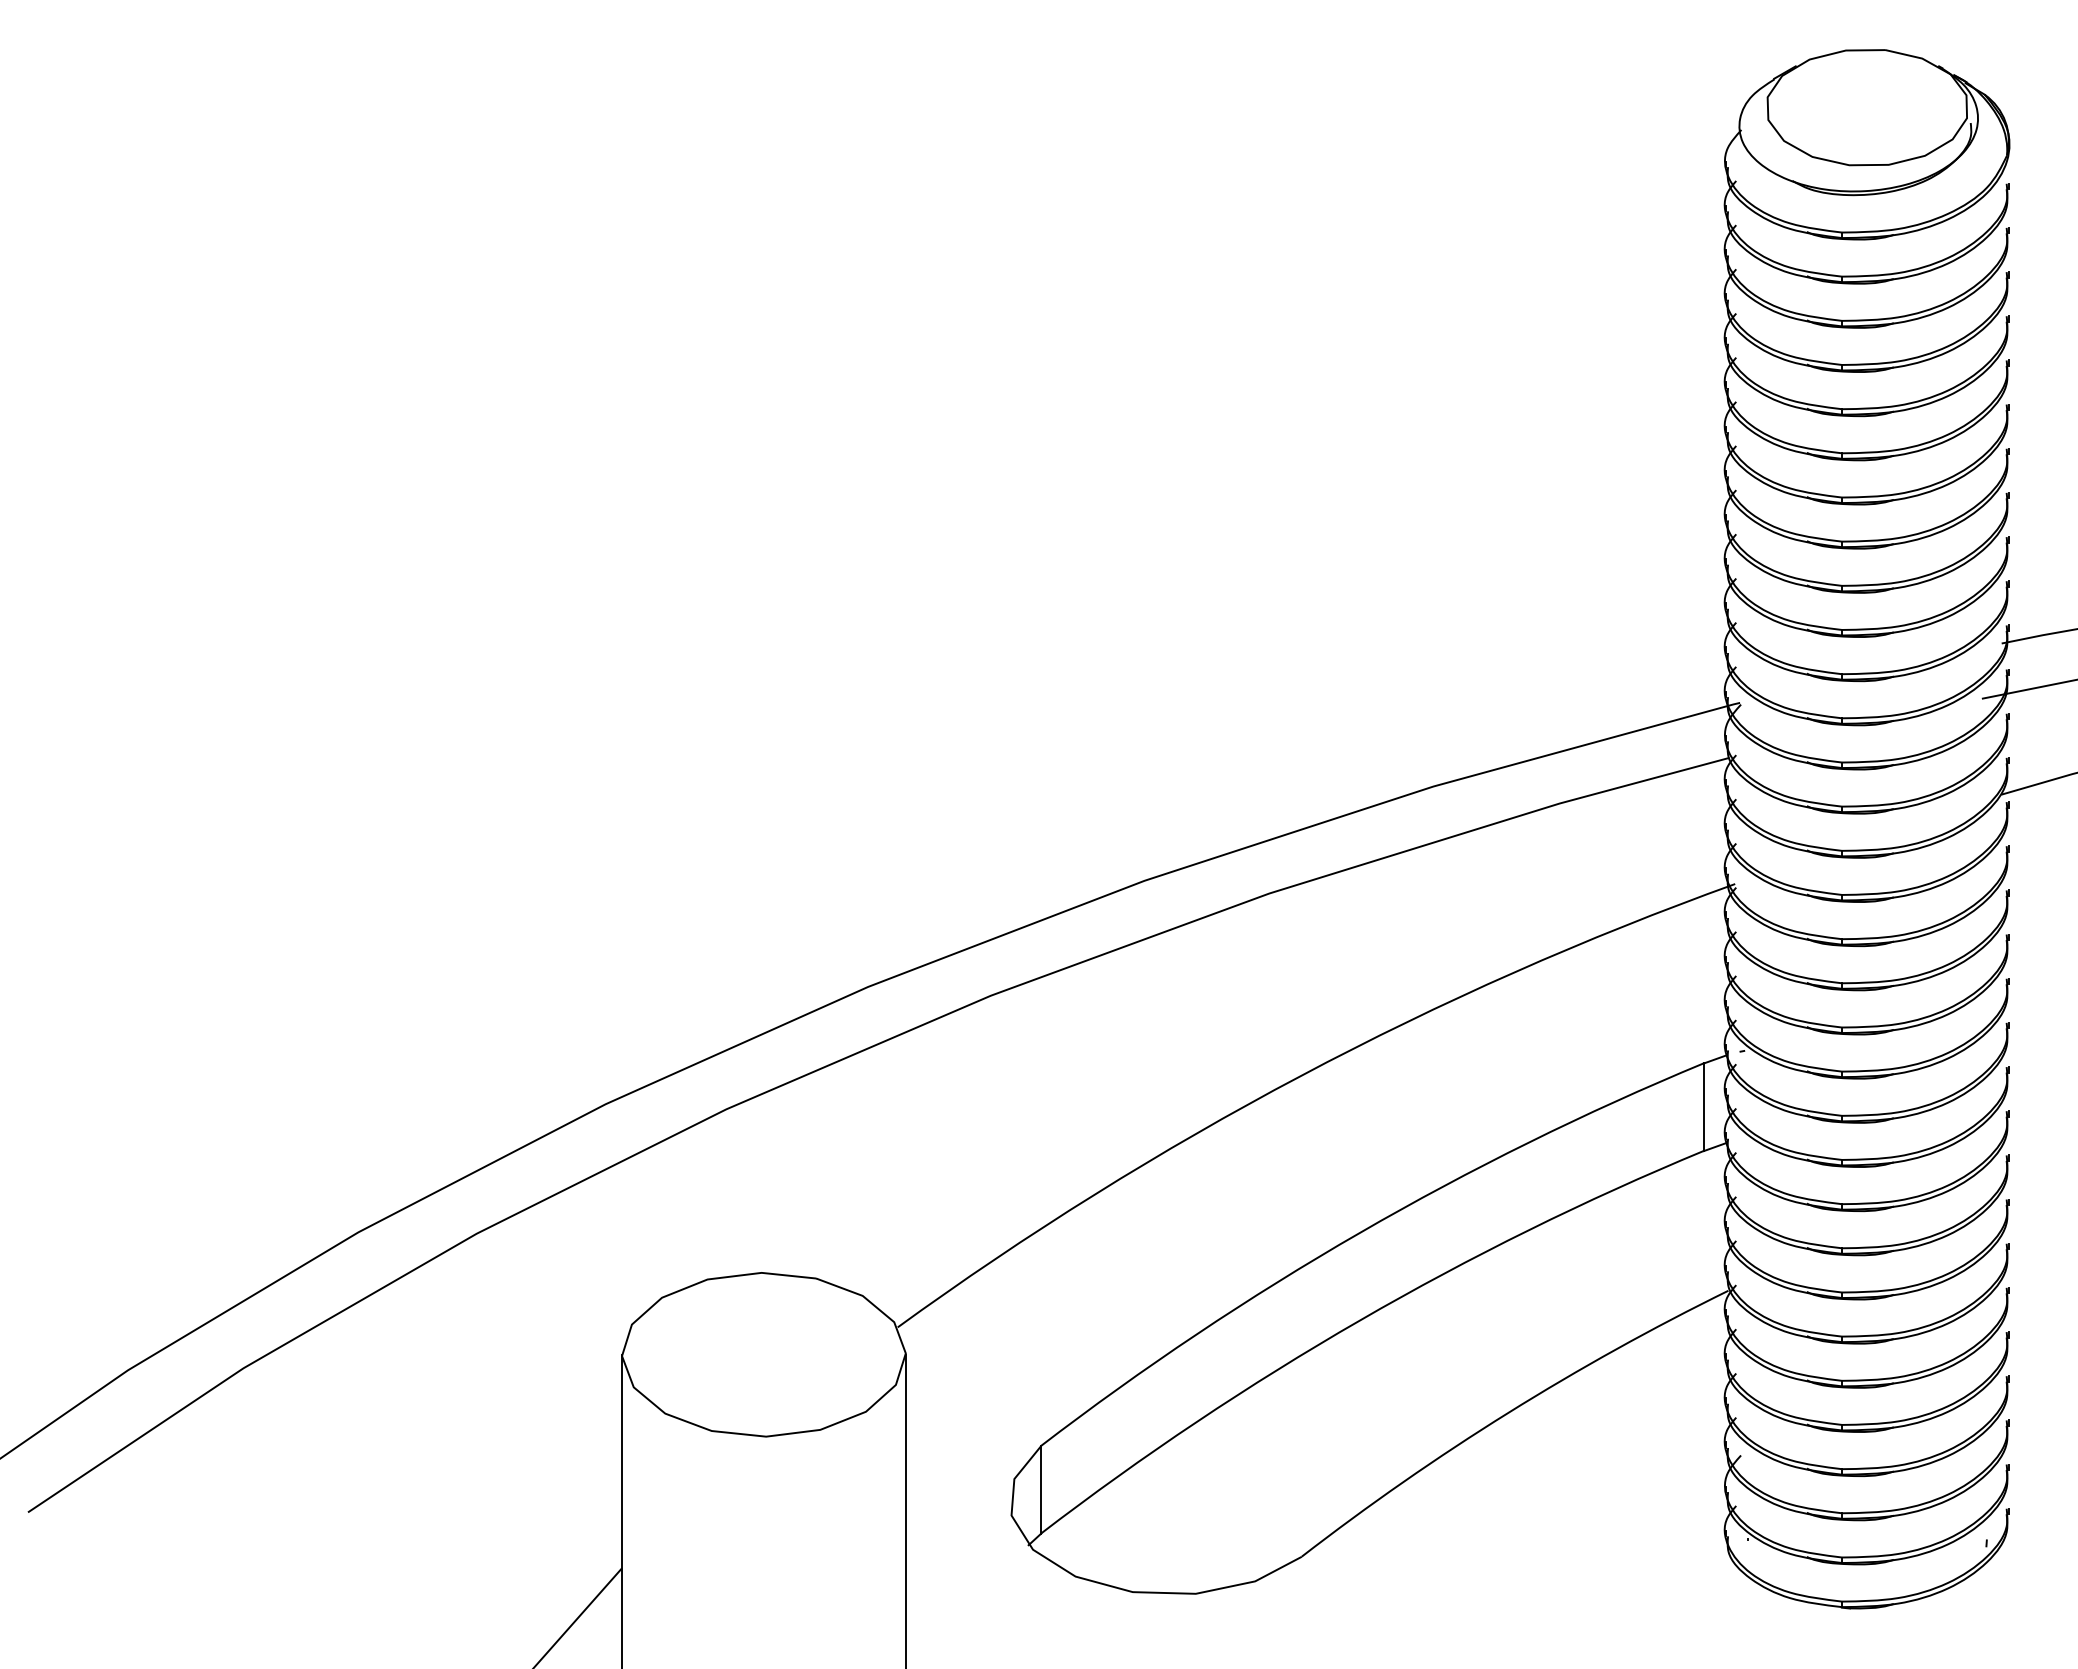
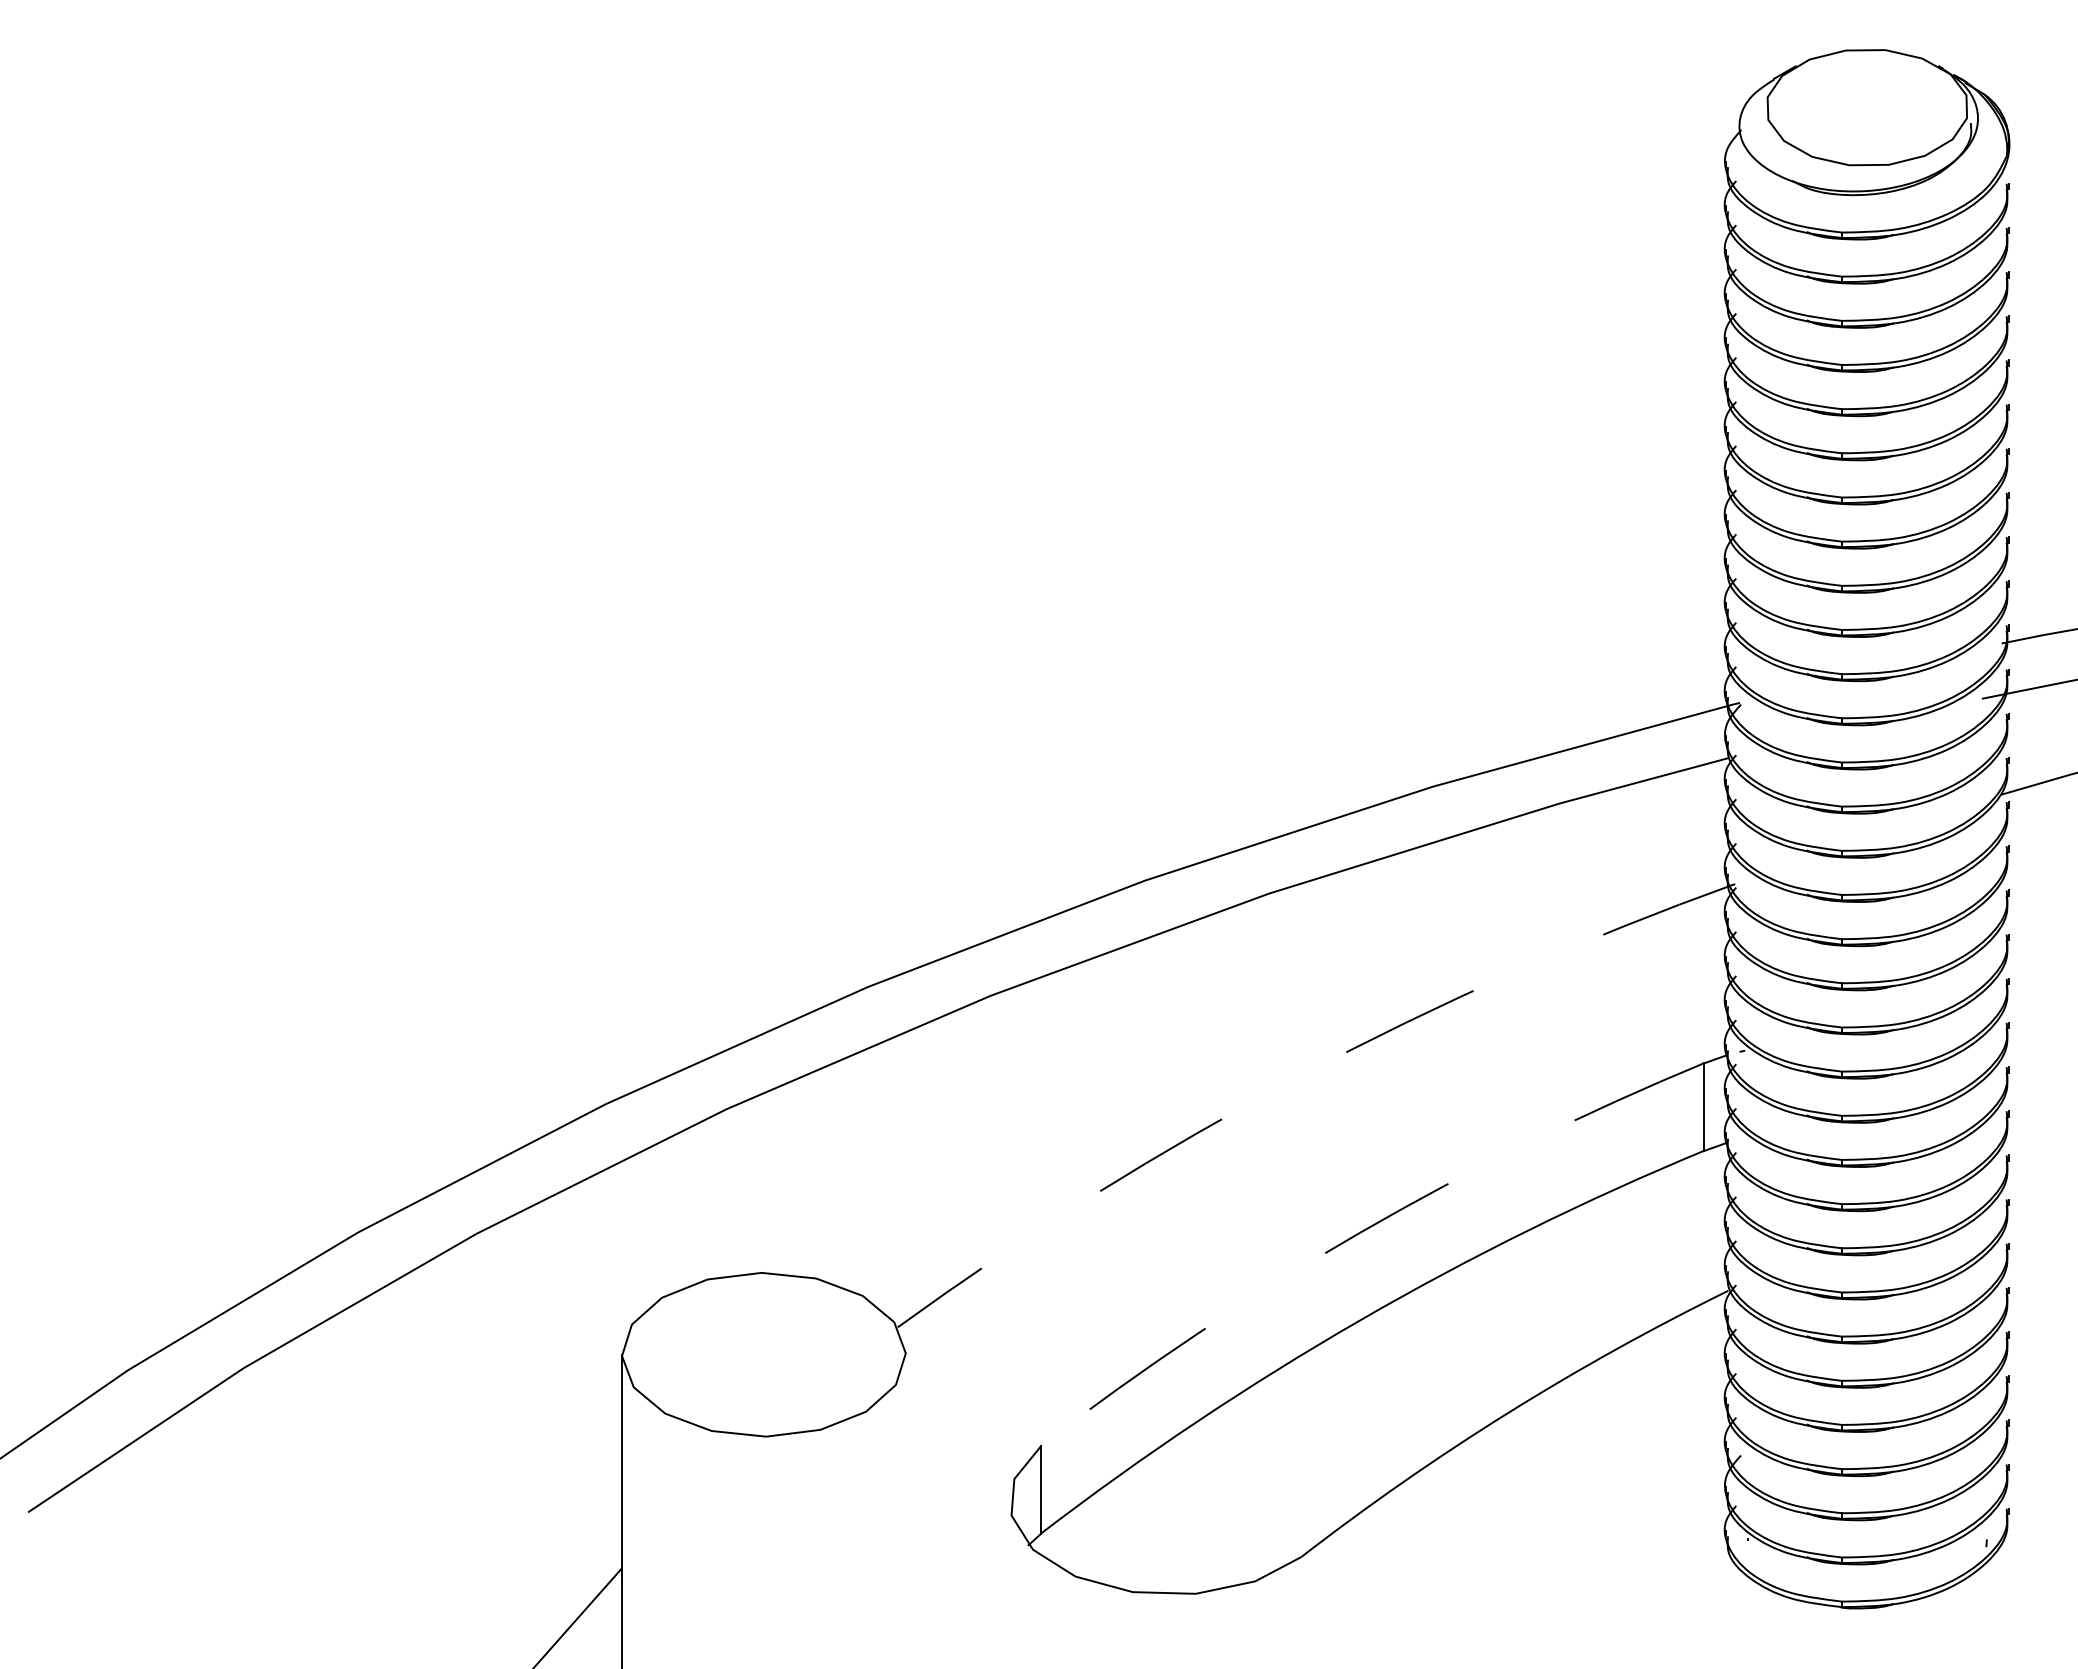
arc at (1300, 1076): solid -> dashed
arc at (1359, 1232): solid -> dashed
line at (905, 1509): present -> none
